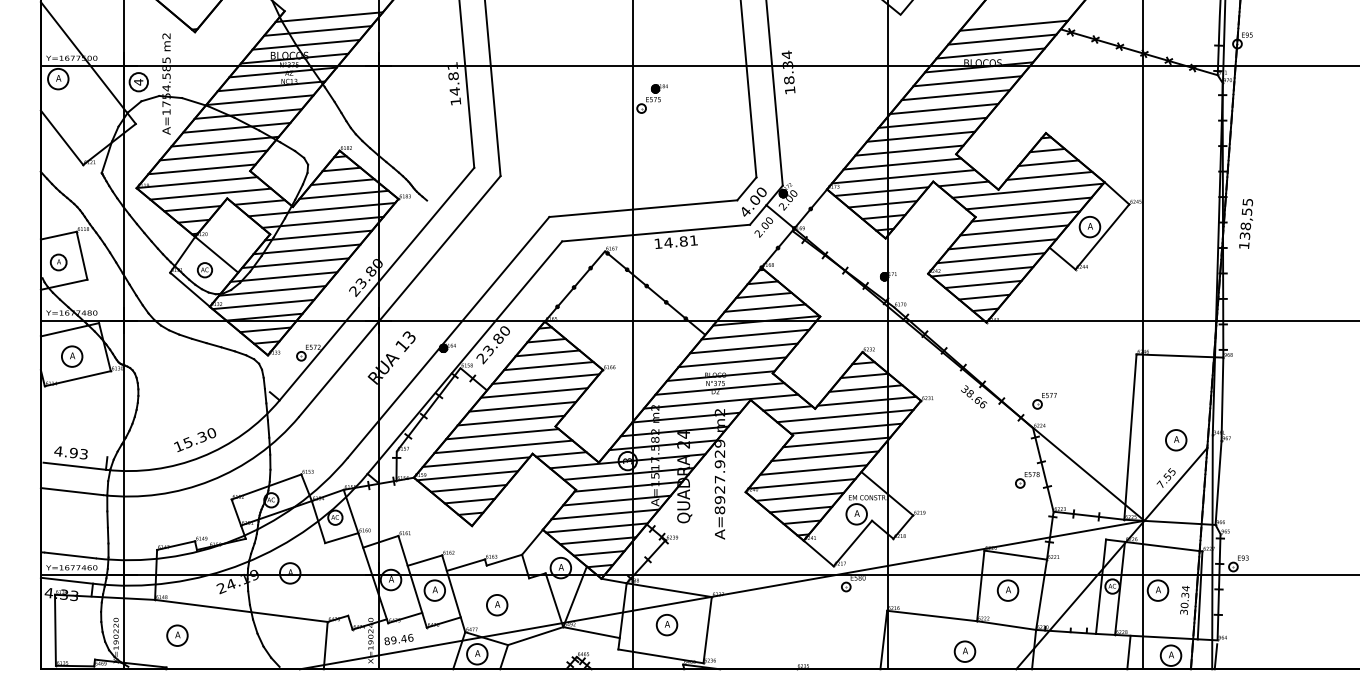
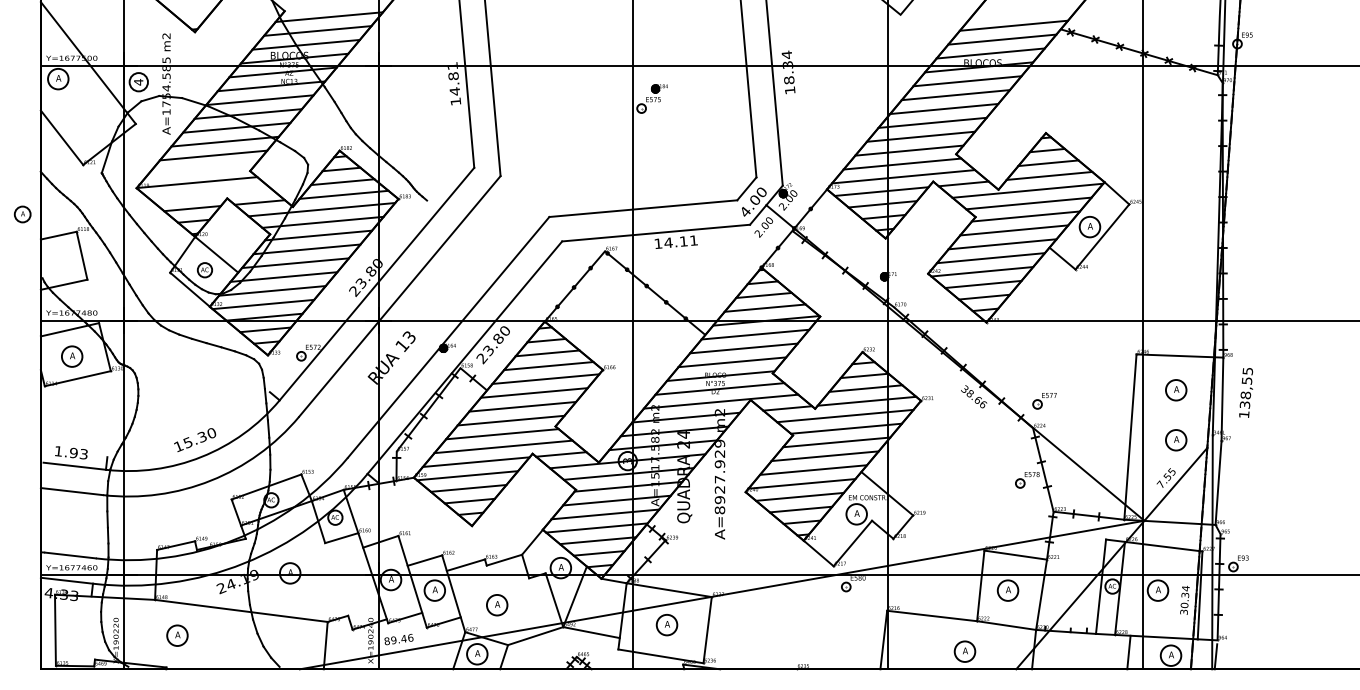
line at (201, 169): present -> none
line at (210, 193): present -> none
text at (1245, 223) position: (1245, 223) -> (1245, 392)
text at (683, 241): 14.81 -> 14.11
part at (58, 262) position: (58, 262) -> (22, 214)
part at (1176, 390): none -> present
text at (58, 451): 4.93 -> 1.93
